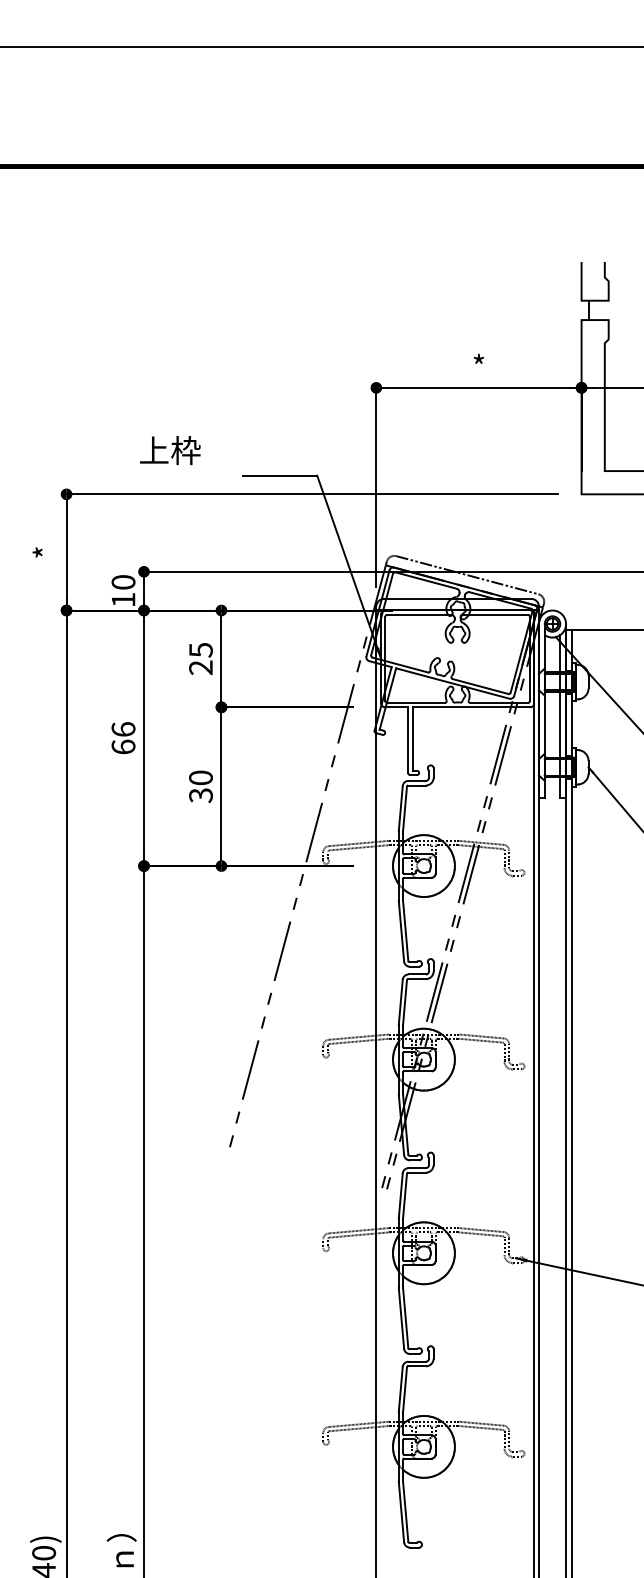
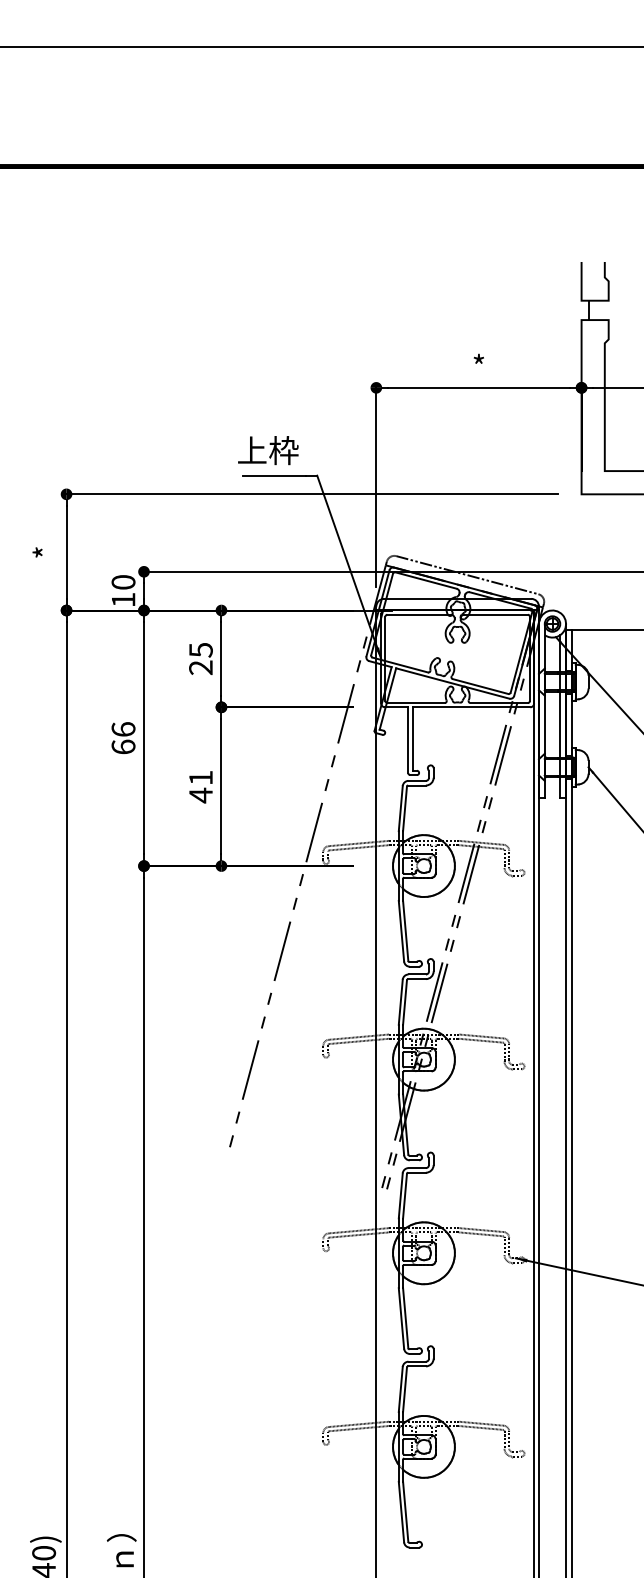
text at (170, 450) position: (170, 450) -> (268, 450)
text at (200, 786): 30 -> 41
